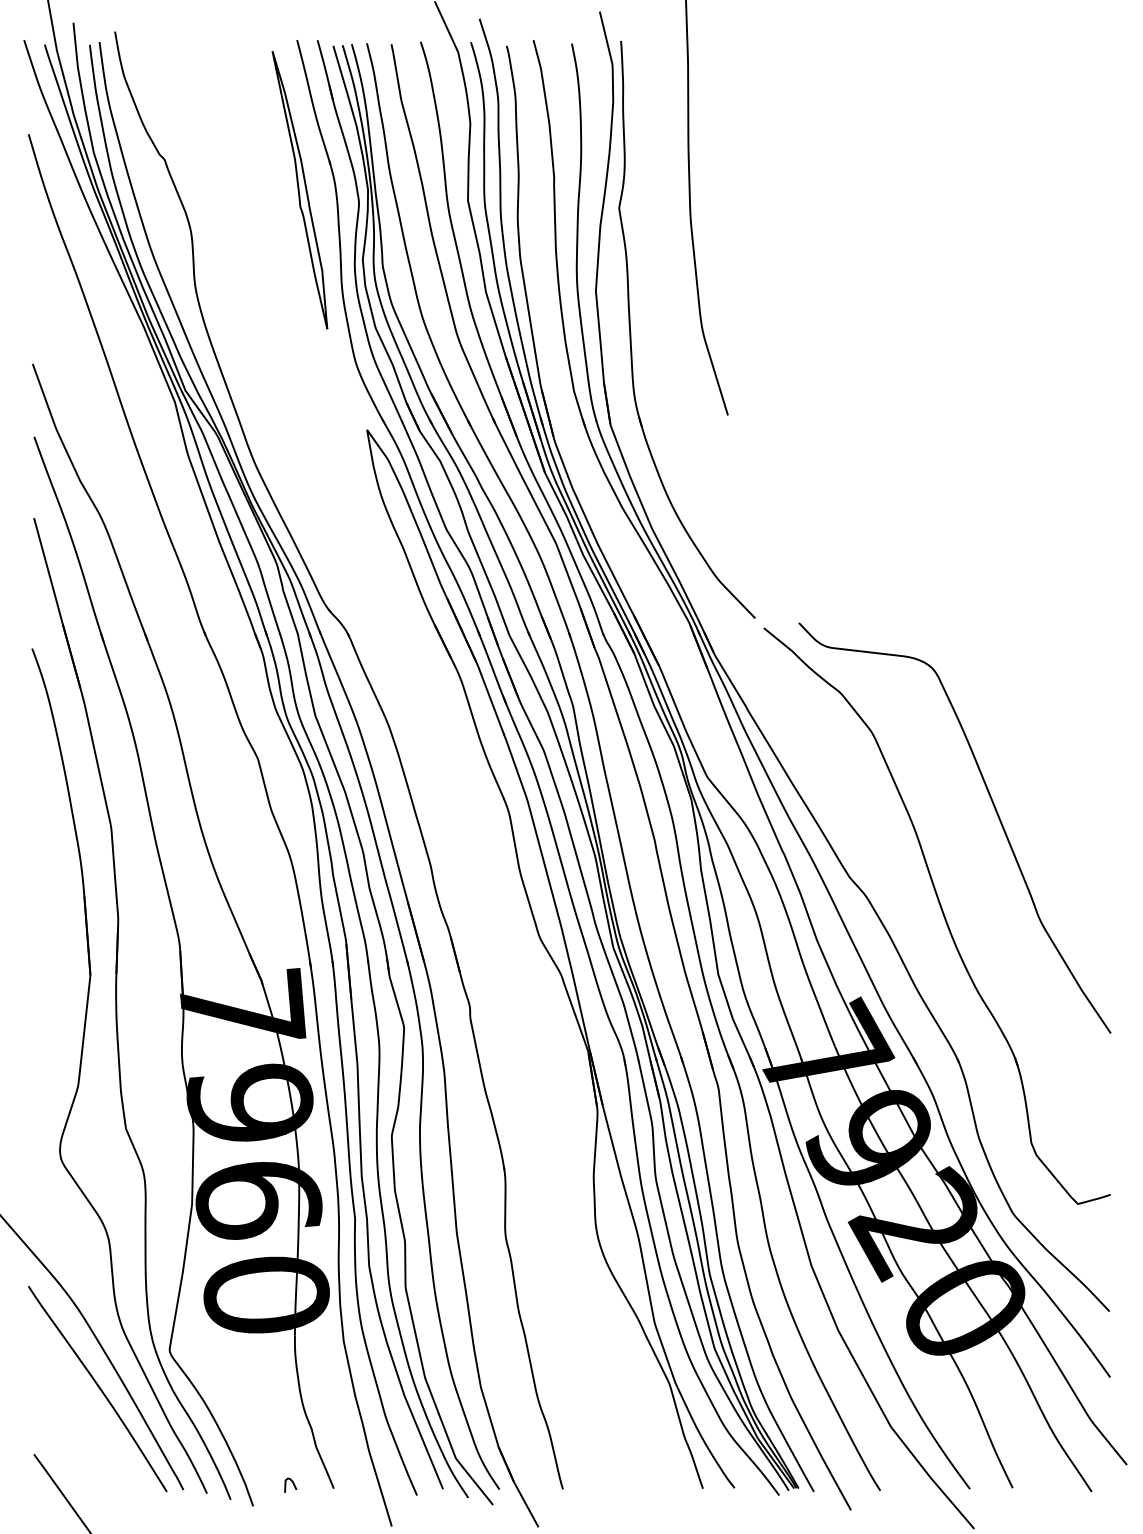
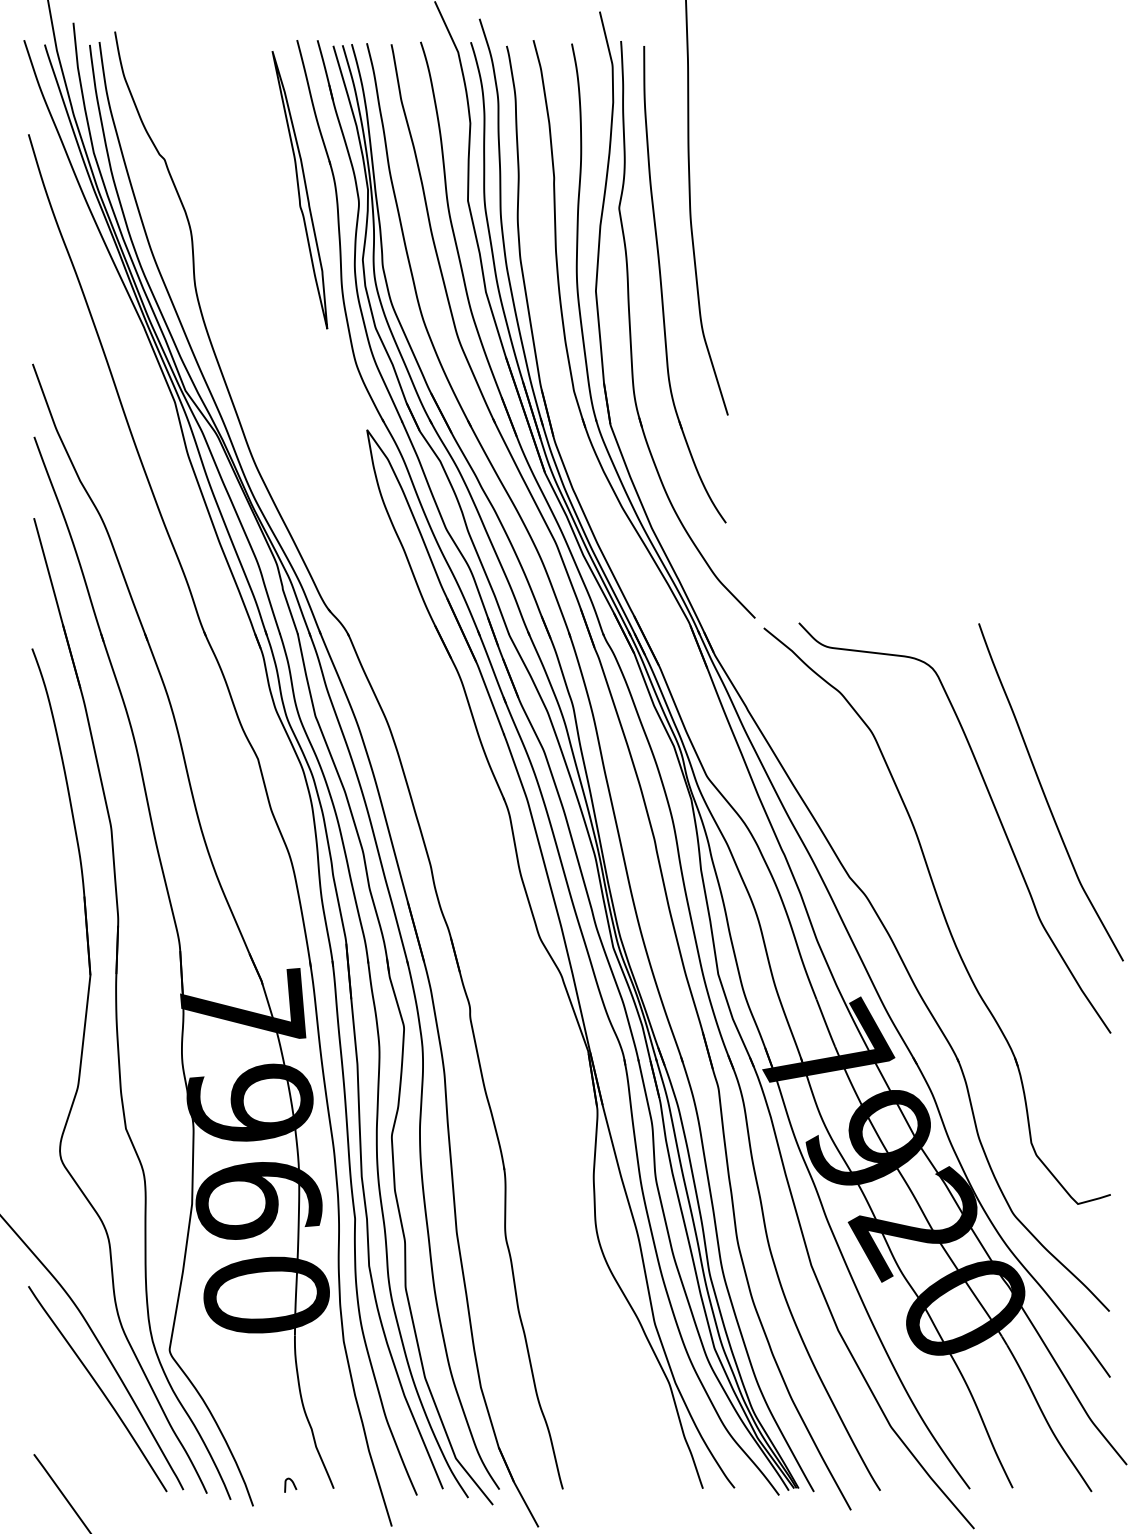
part at (662, 286): none -> present
curve at (1045, 794): none -> present
